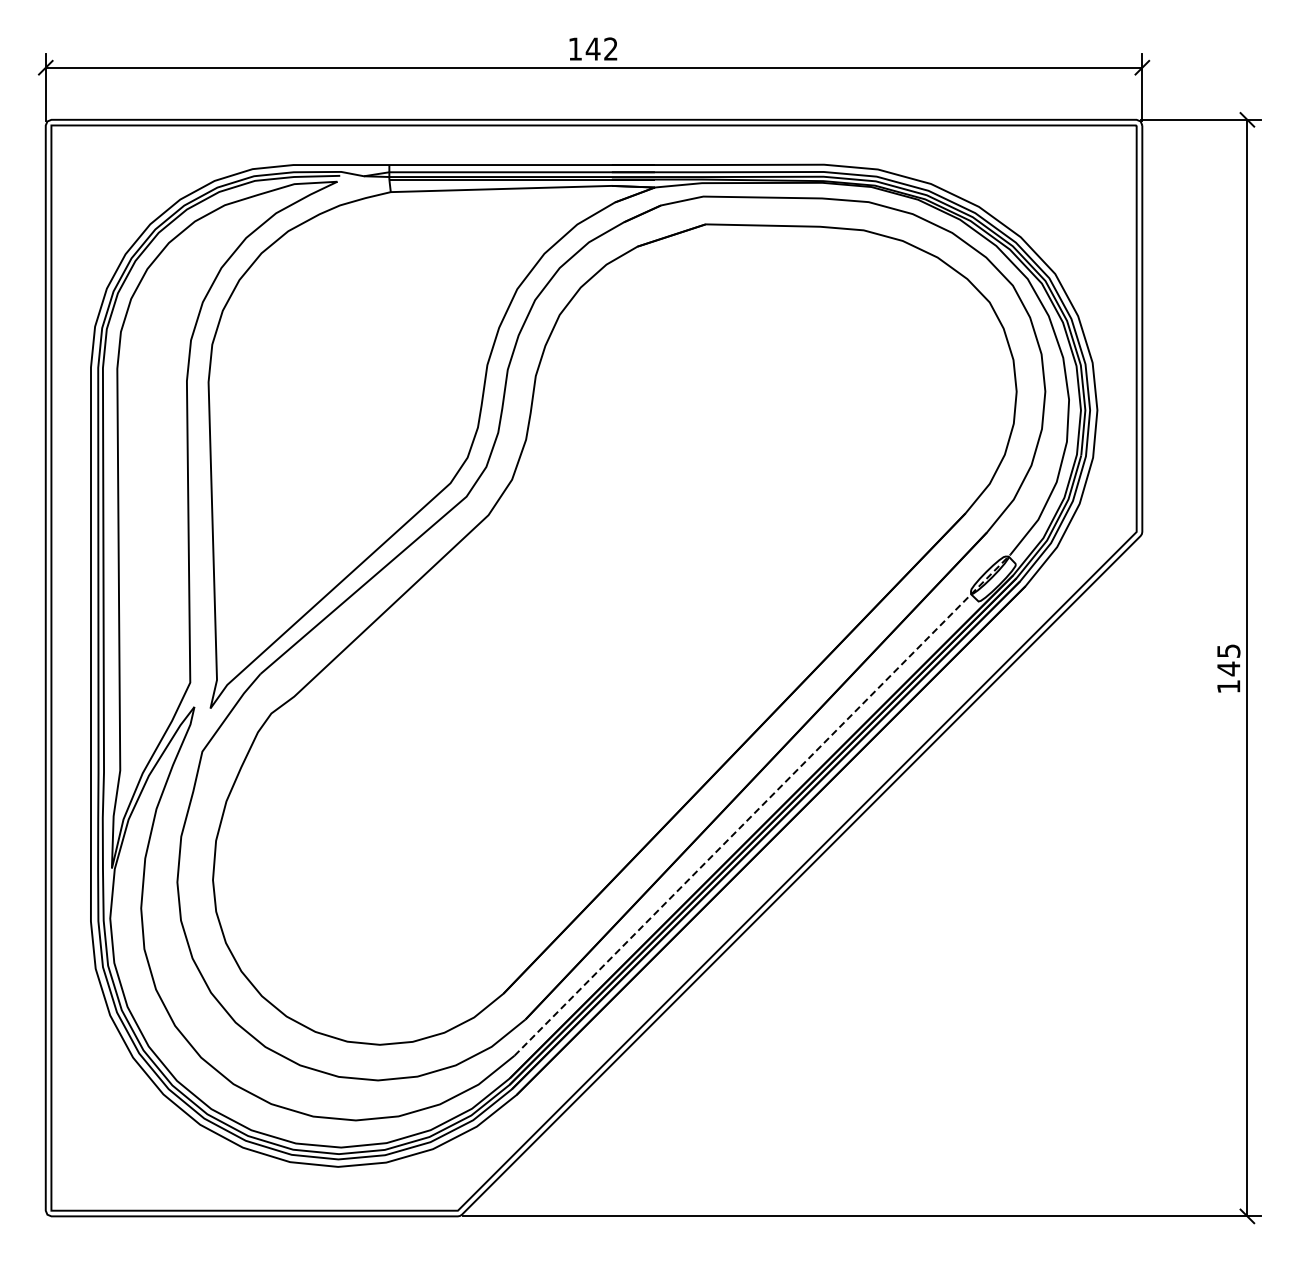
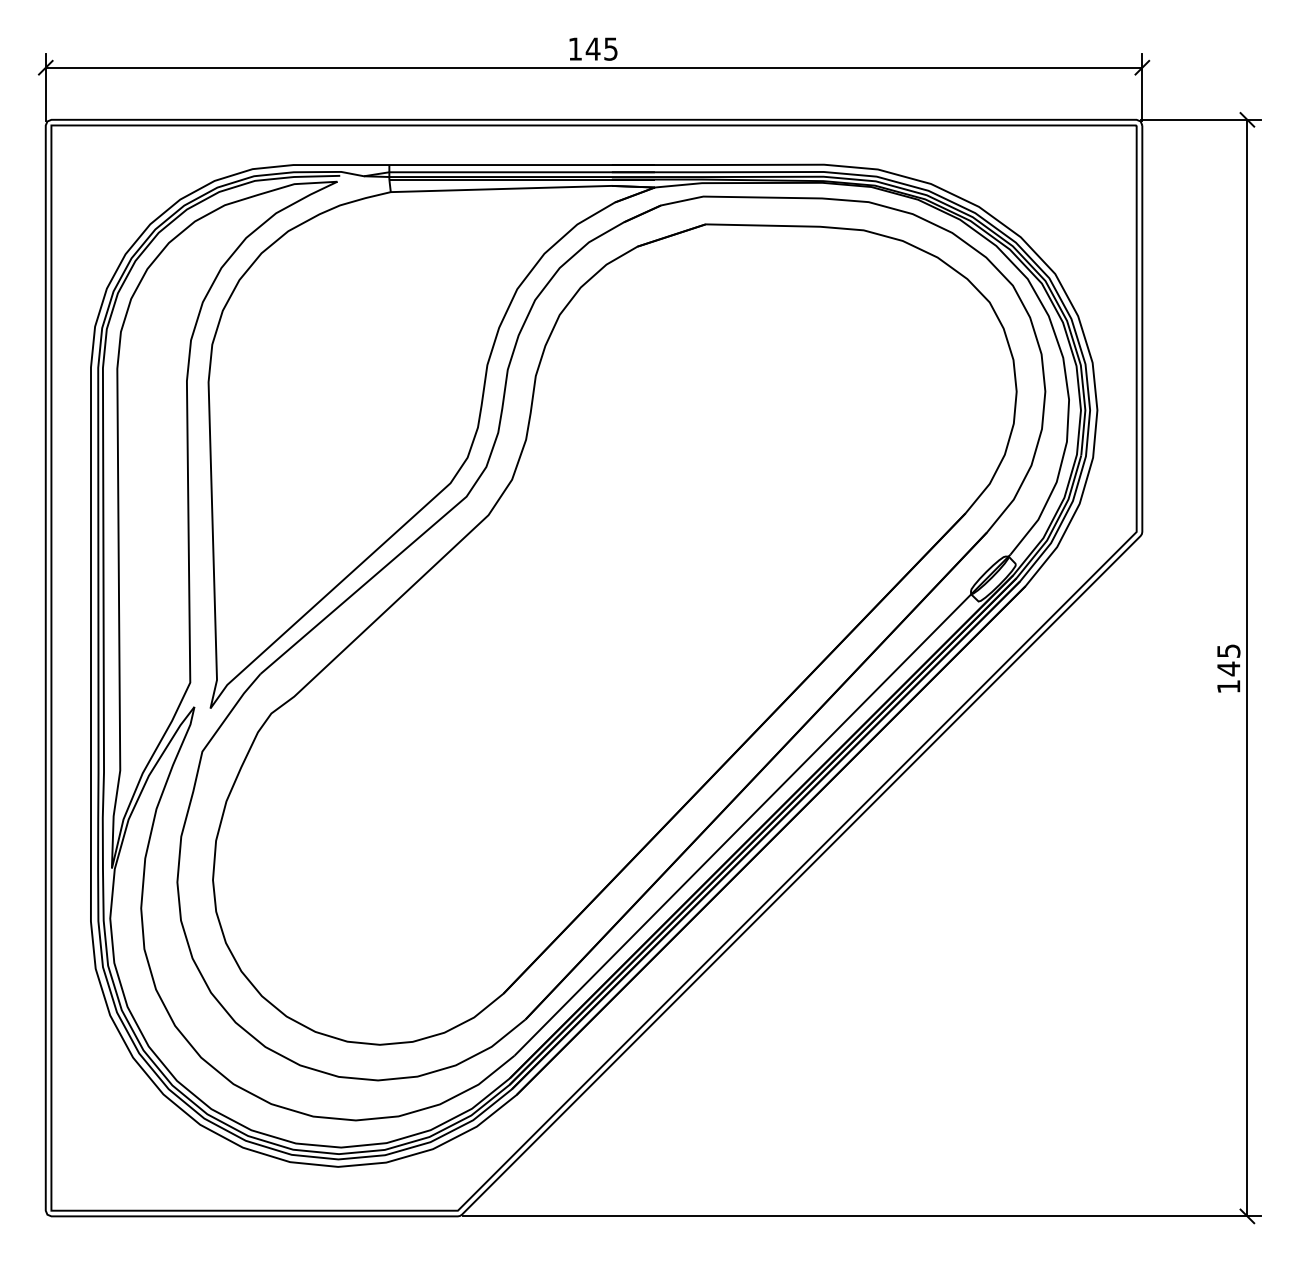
text at (610, 48): 142 -> 145
line at (762, 804): dashed -> solid
